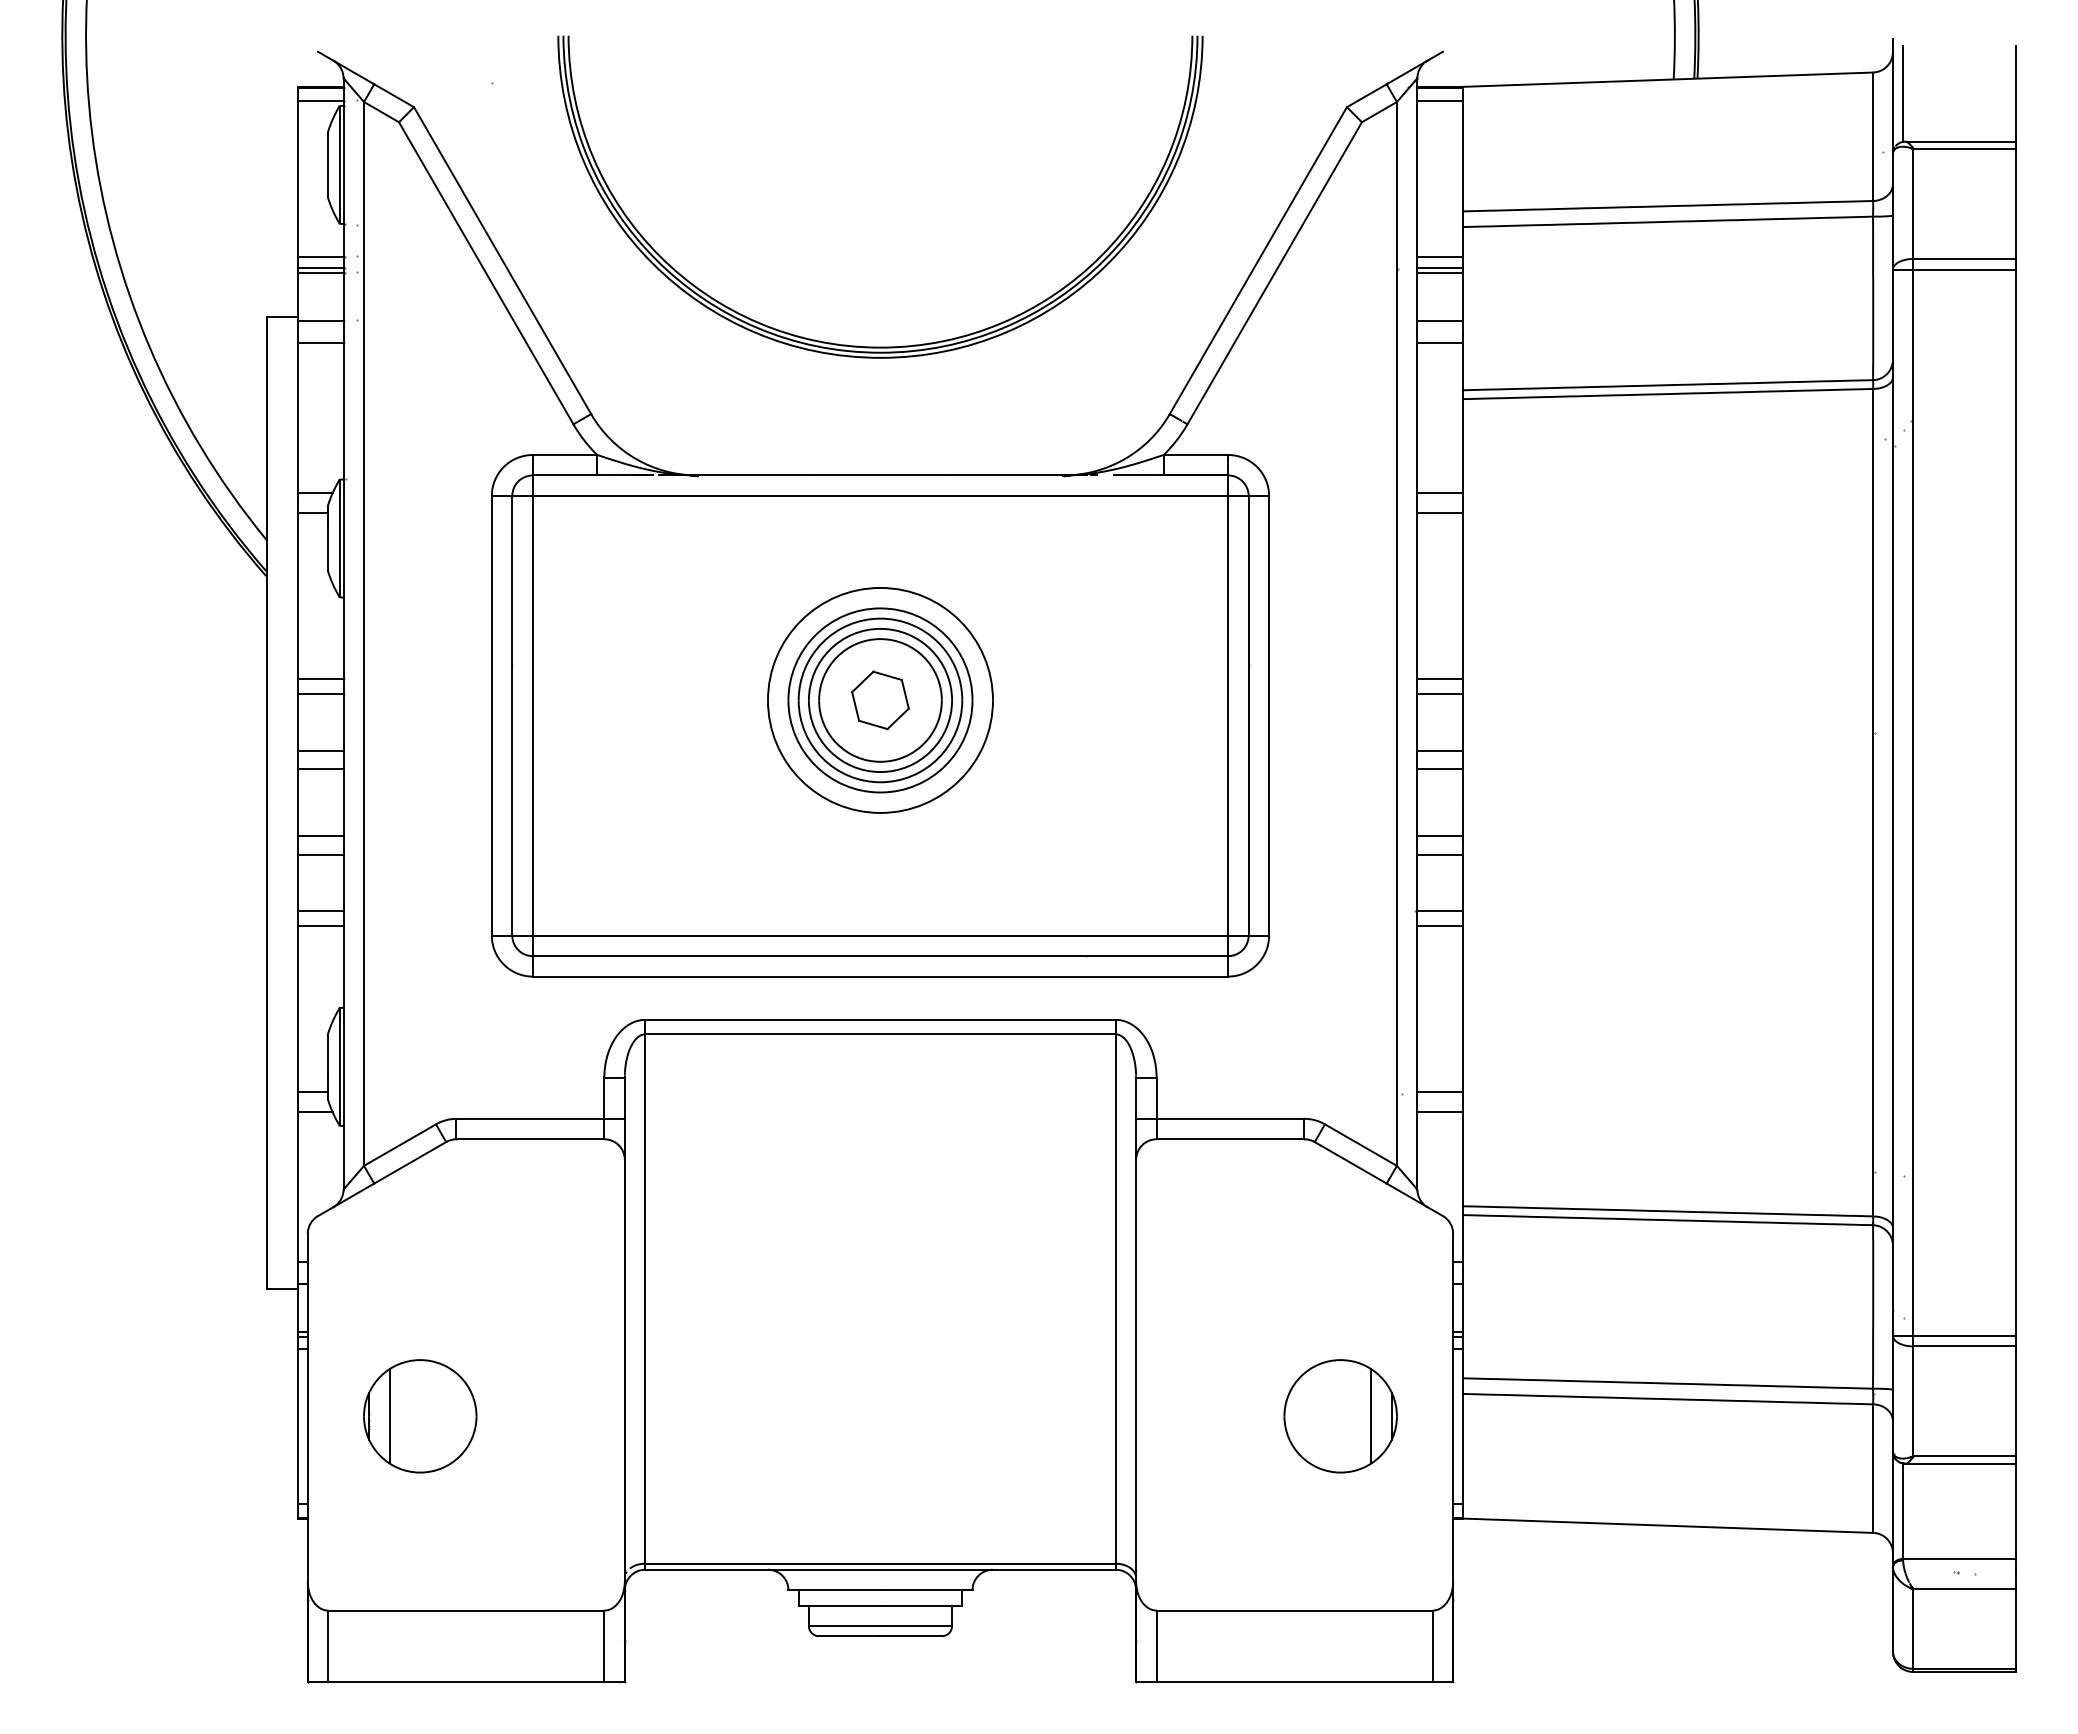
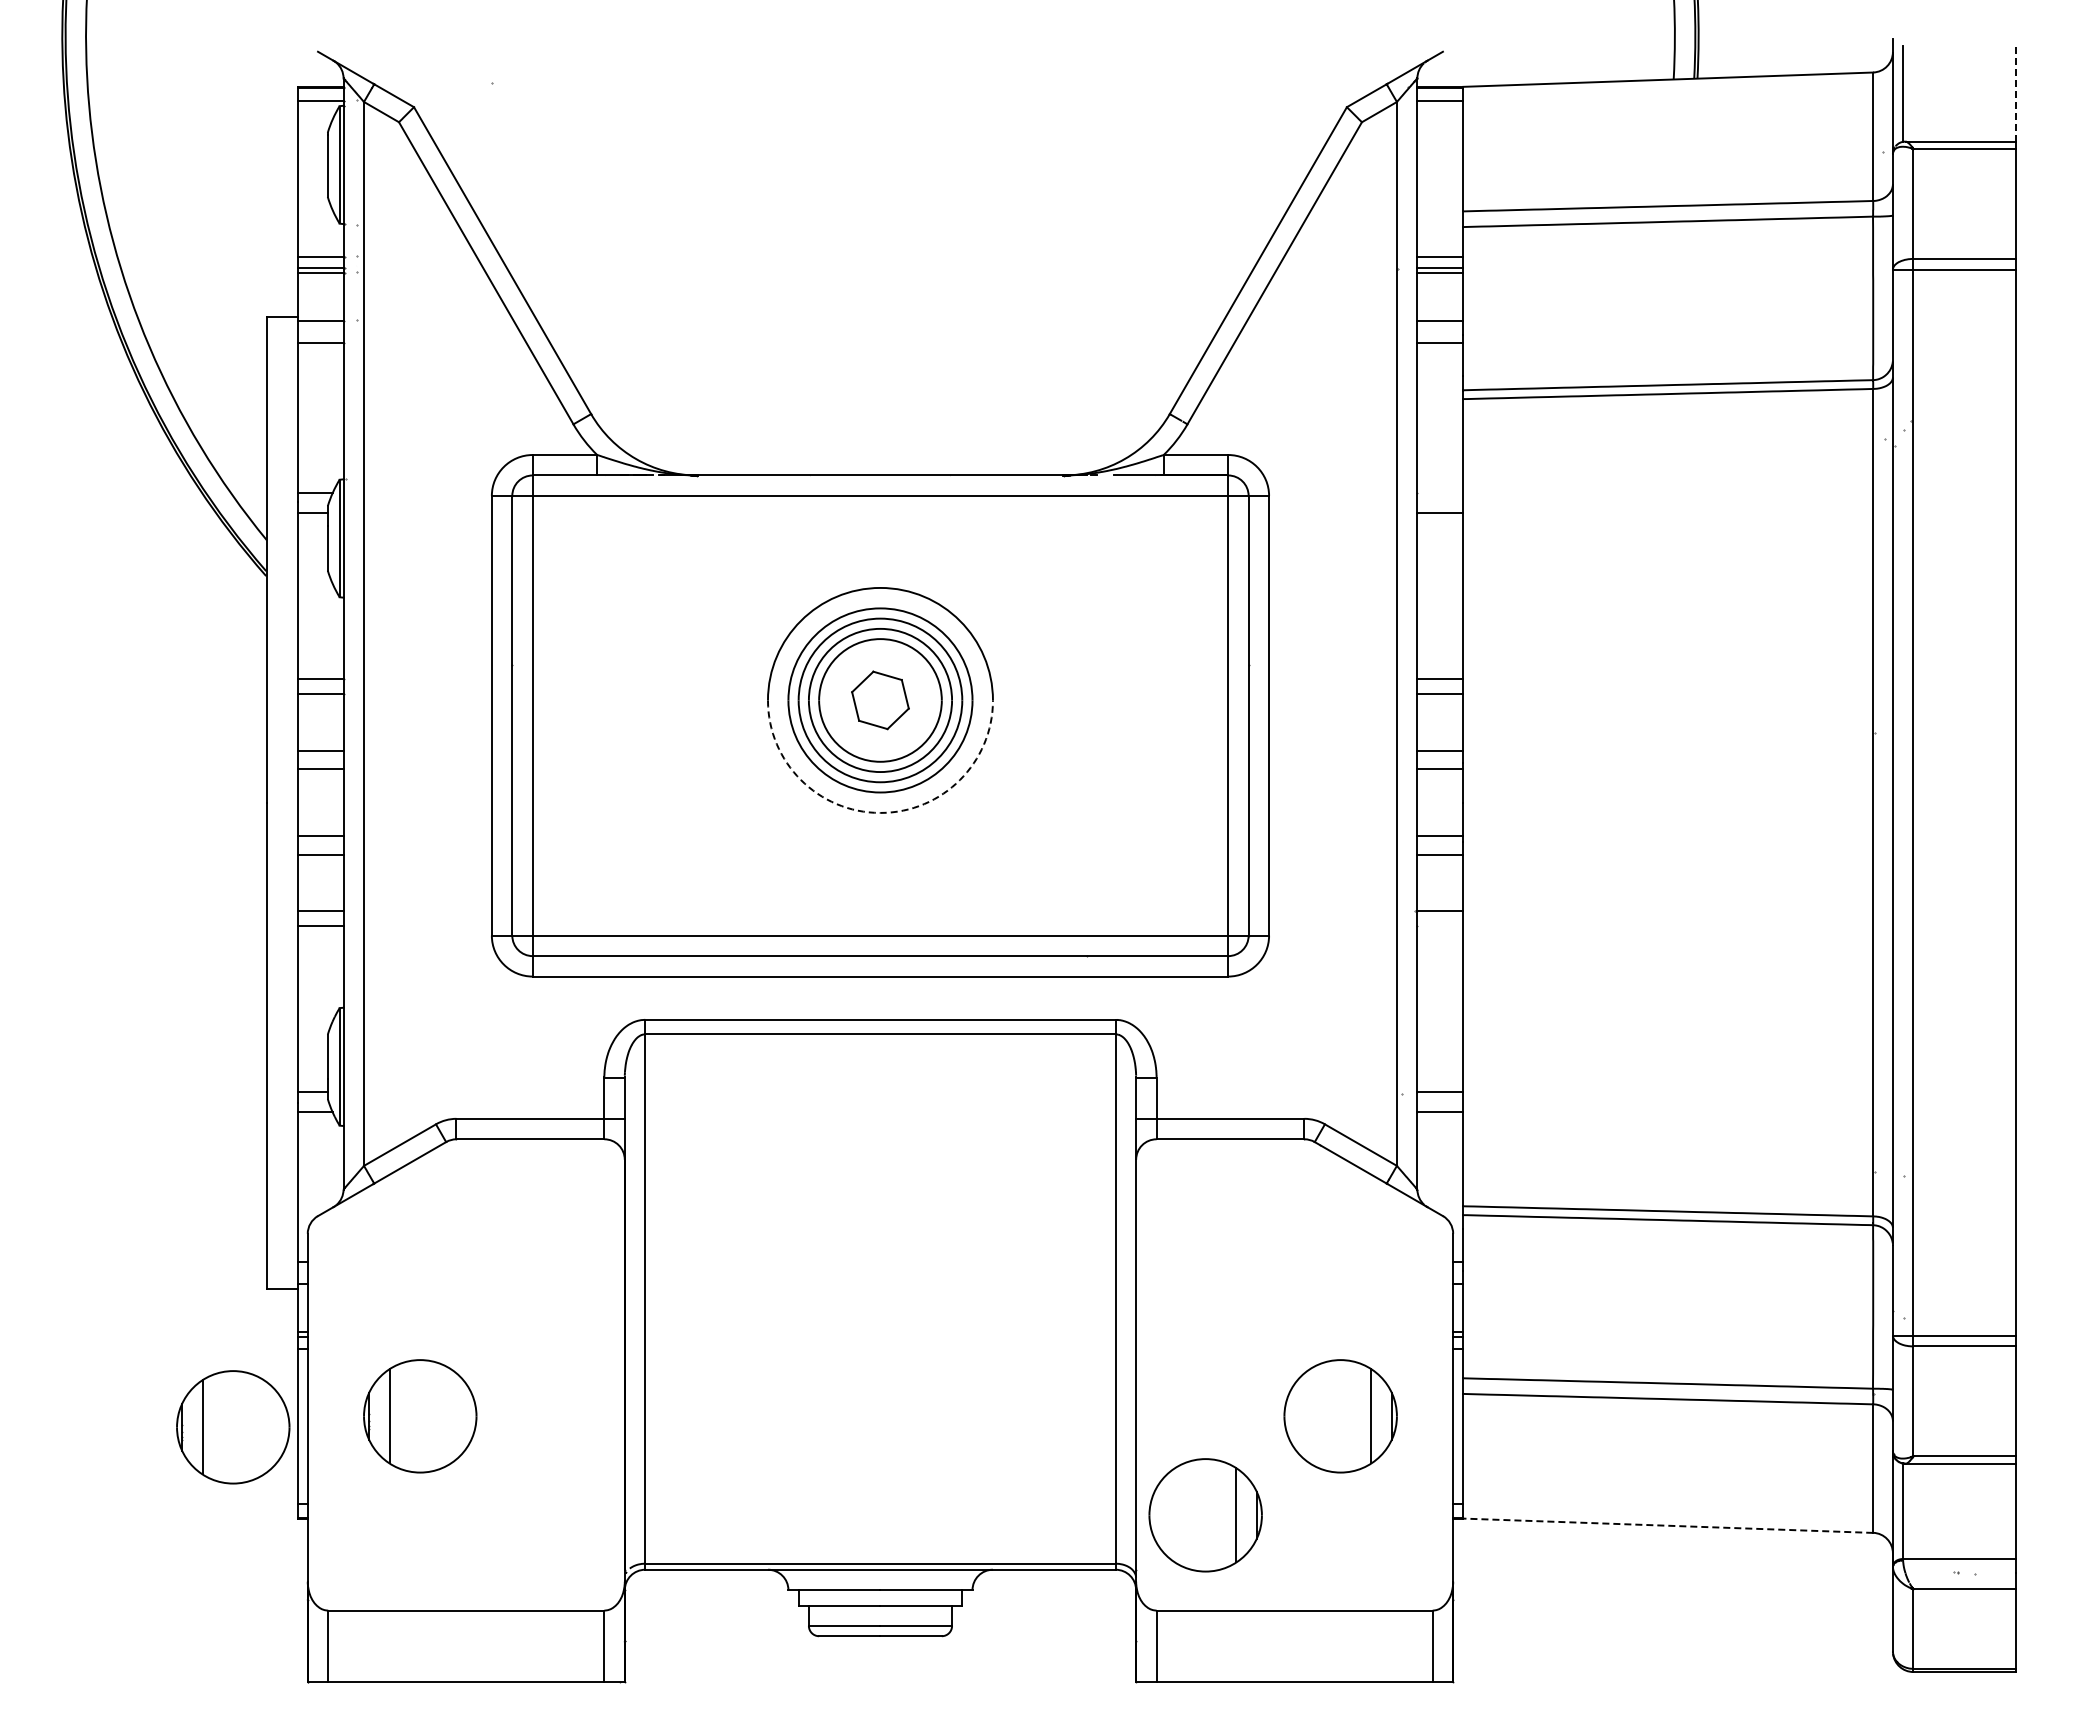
line at (2015, 94): solid -> dashed
part at (880, 346): present -> none
line at (1440, 493): present -> none
arc at (880, 812): solid -> dashed
line at (1440, 925): present -> none
part at (233, 1427): none -> present
part at (1205, 1515): none -> present
line at (1667, 1525): solid -> dashed
